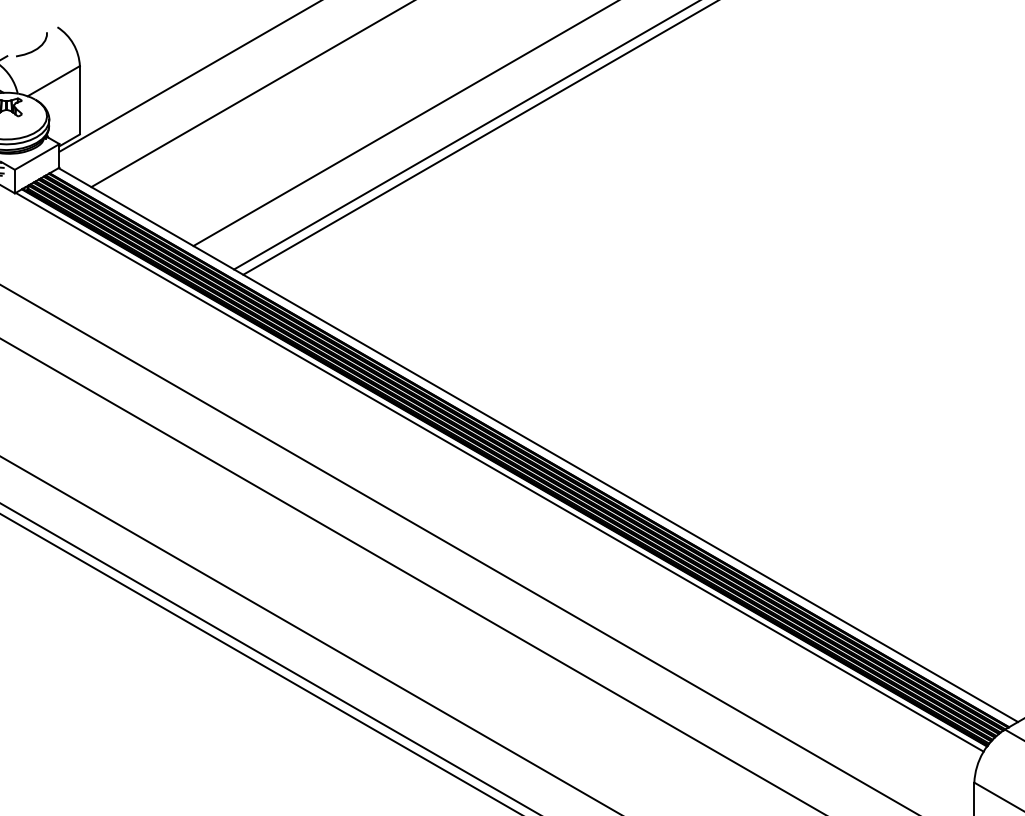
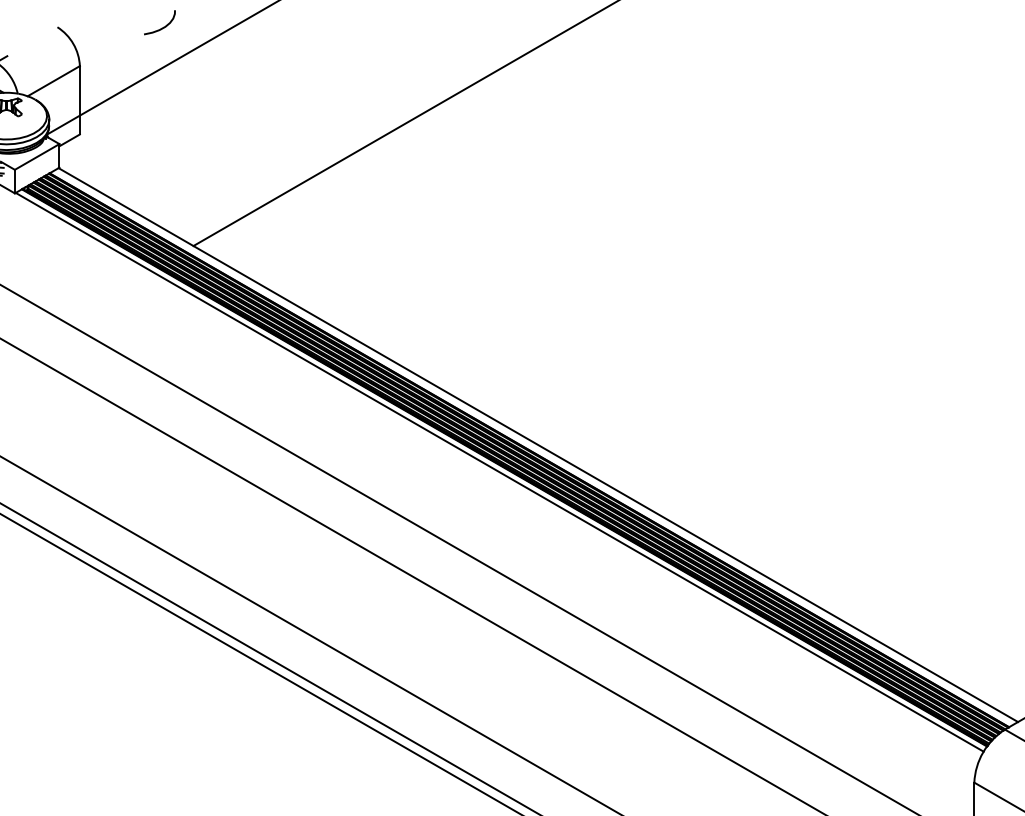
curve at (35, 48) position: (35, 48) -> (163, 26)
line at (188, 76) position: (188, 76) -> (162, 67)
line at (251, 94): present -> none
line at (465, 135): present -> none
line at (479, 138): present -> none
